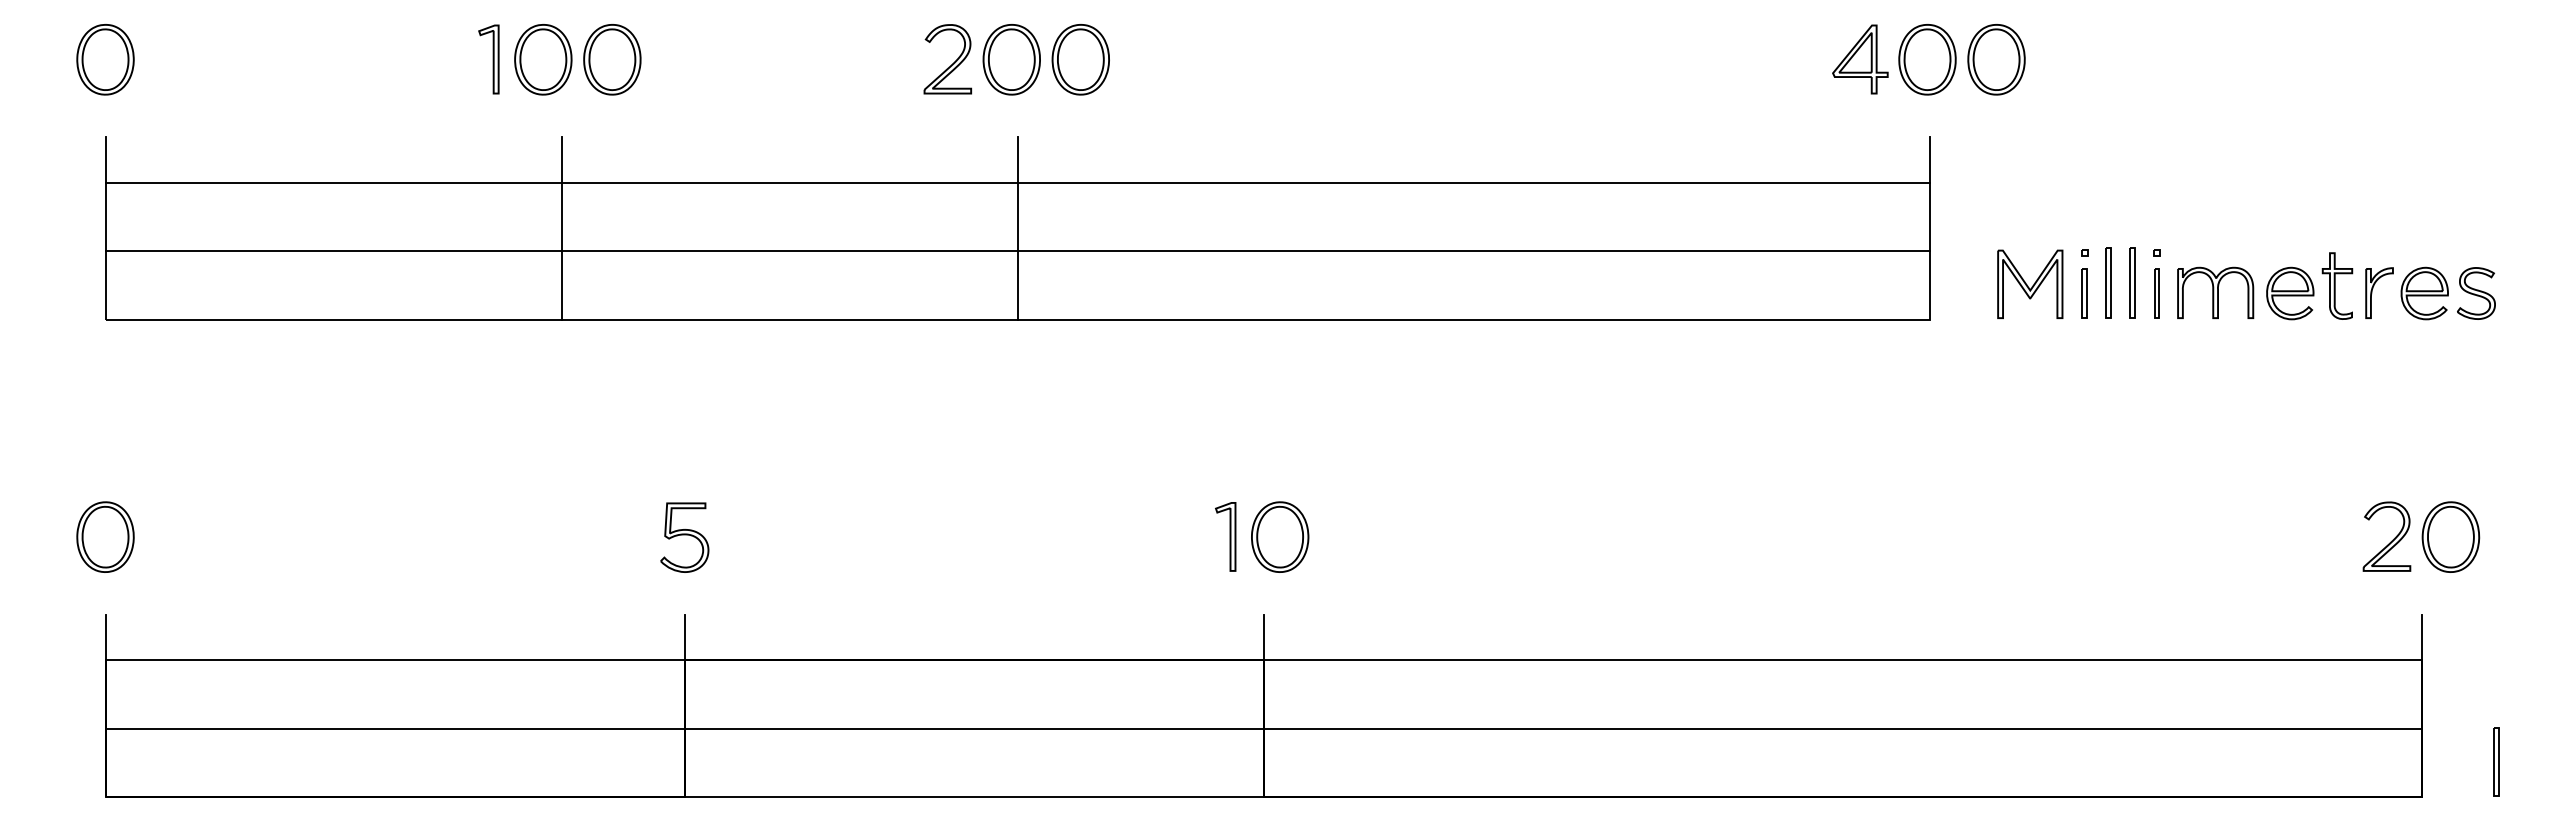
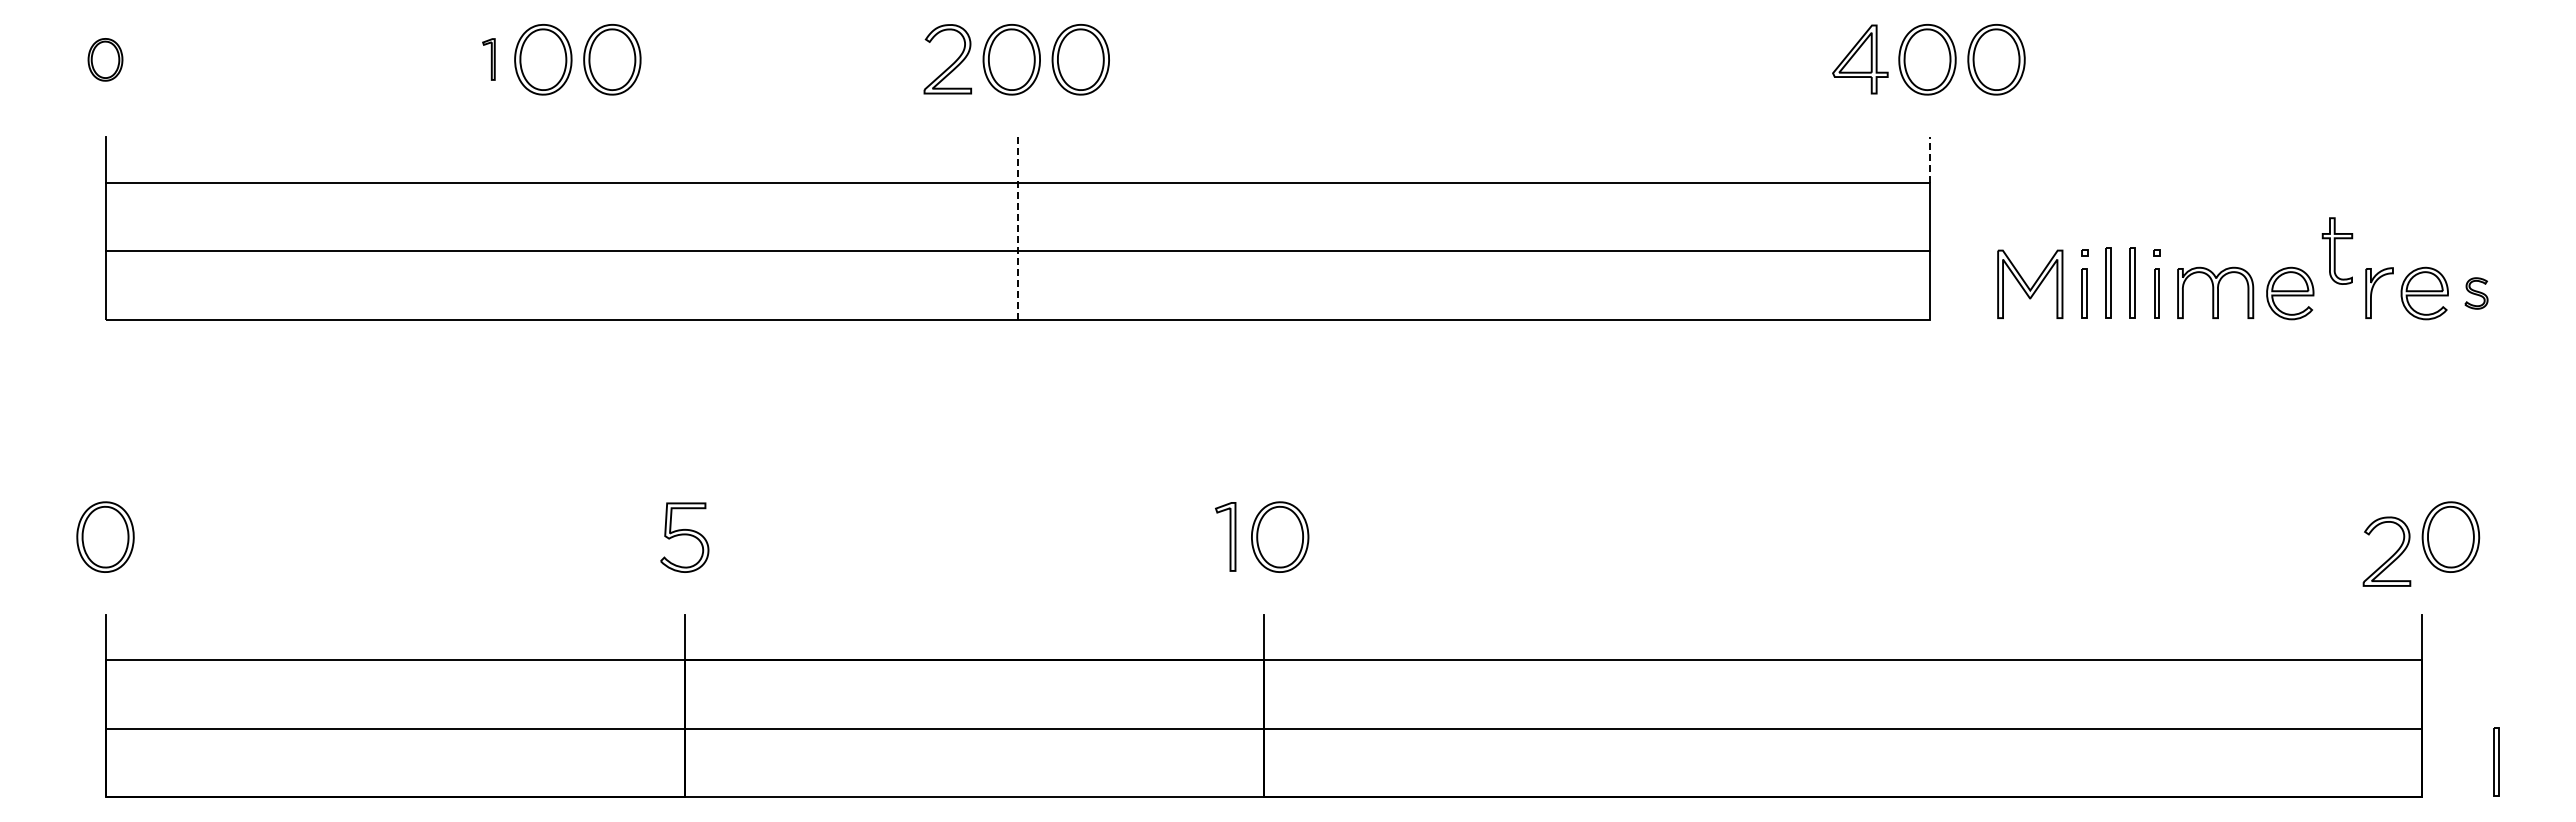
part at (105, 59) size: 59x72 px -> 37x44 px
part at (488, 59) size: 22x71 px -> 14x43 px
line at (1929, 160): solid -> dashed
line at (561, 228): present -> none
line at (1017, 228): solid -> dashed
part at (2337, 285) position: (2337, 285) -> (2337, 250)
part at (2476, 293) size: 39x53 px -> 25x33 px
part at (2391, 540) position: (2391, 540) -> (2391, 555)
